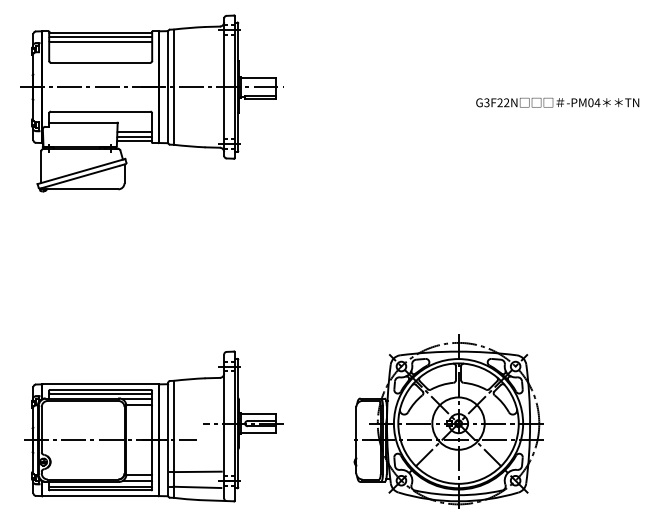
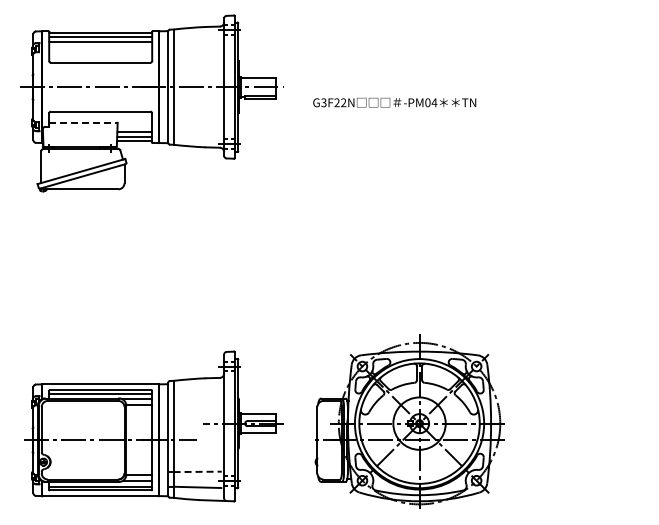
text at (557, 102) position: (557, 102) -> (394, 102)
line at (83, 122): solid -> dashed
part at (448, 421) position: (448, 421) -> (409, 421)
line at (198, 471): solid -> dashed
